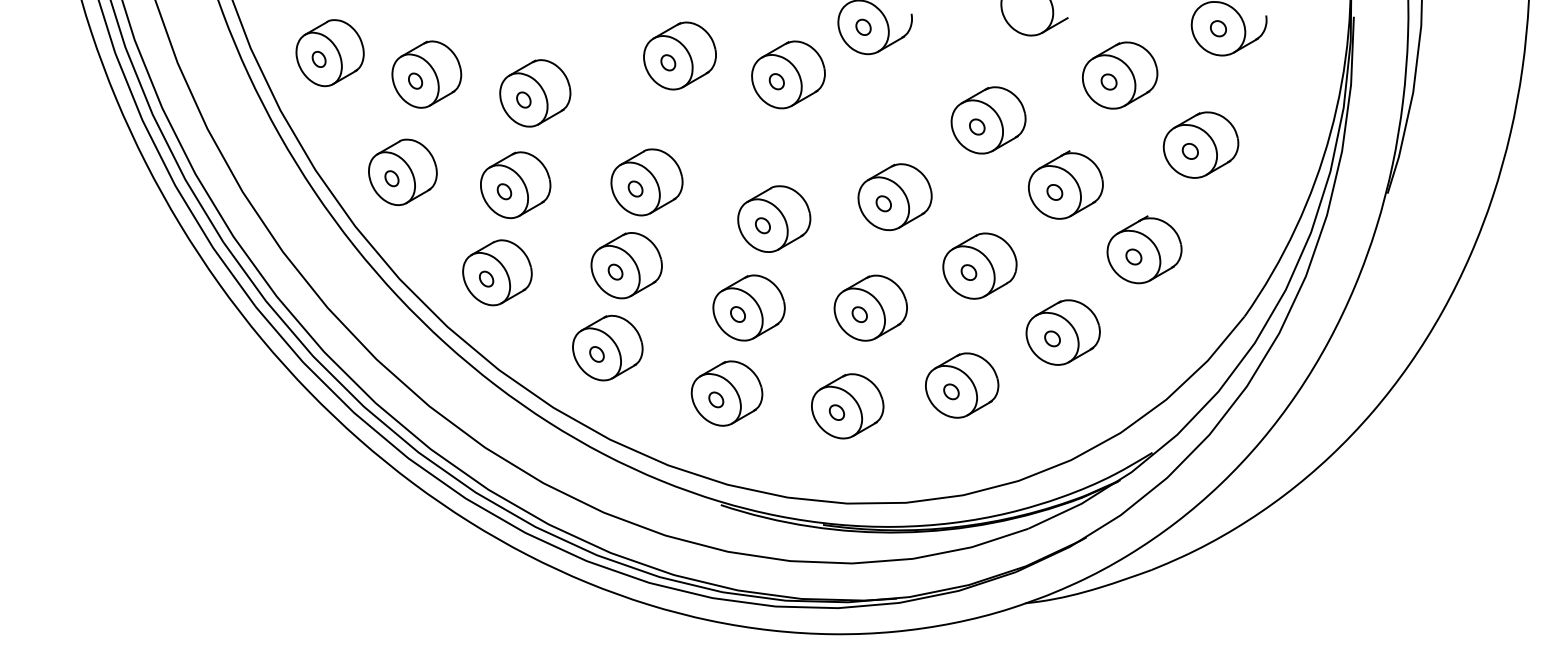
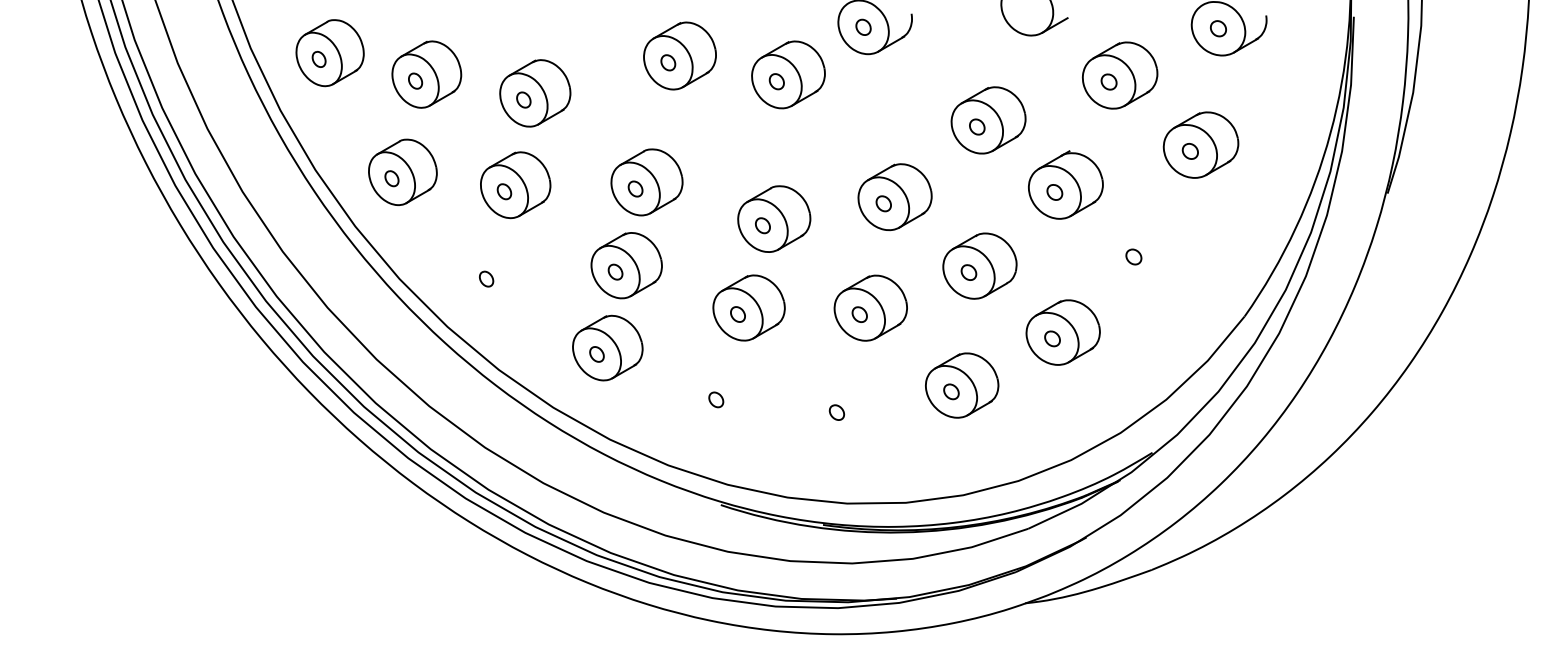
part at (1144, 249): present -> none
part at (497, 272): present -> none
part at (726, 393): present -> none
part at (847, 406): present -> none
